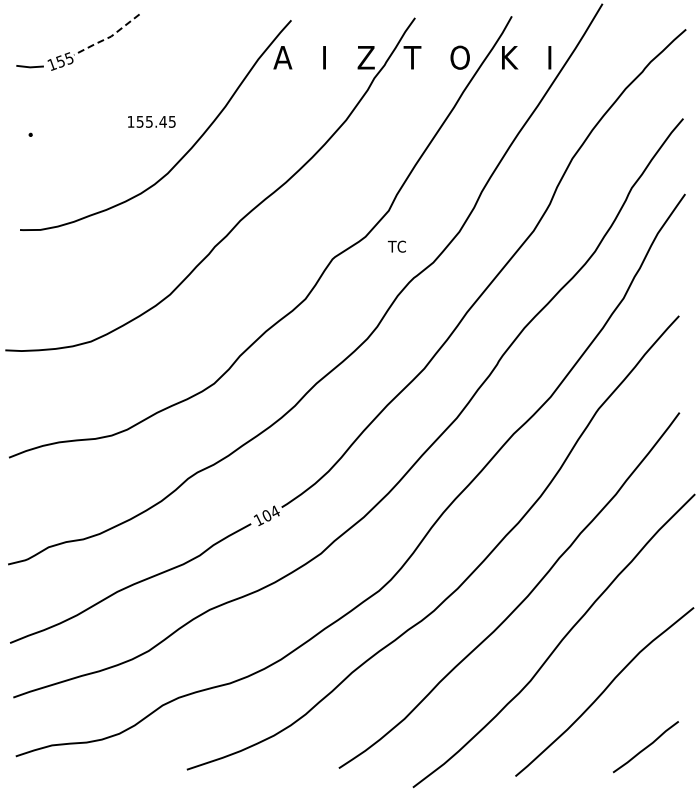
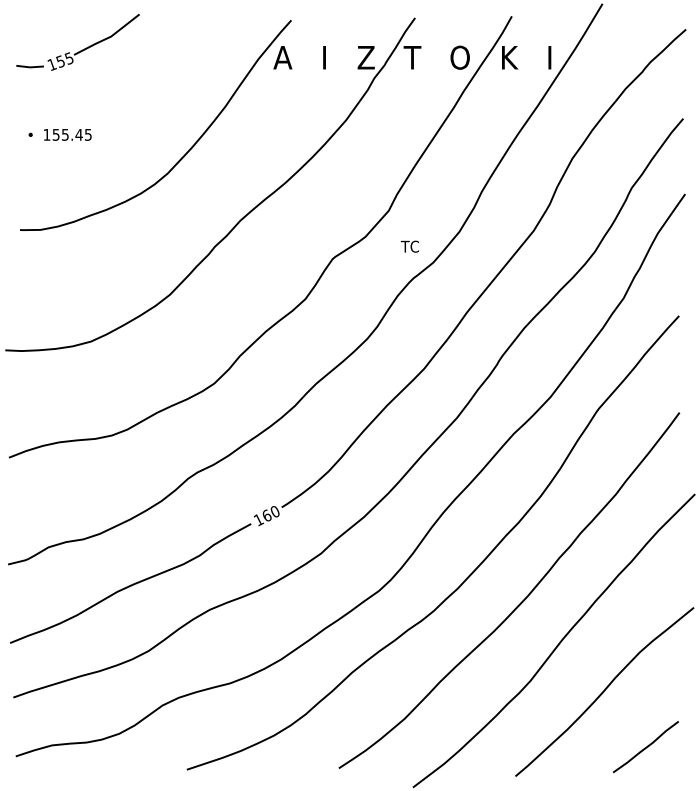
line at (108, 37): dashed -> solid
text at (151, 121) position: (151, 121) -> (67, 134)
text at (396, 246) position: (396, 246) -> (409, 246)
text at (270, 512): 104 -> 160
